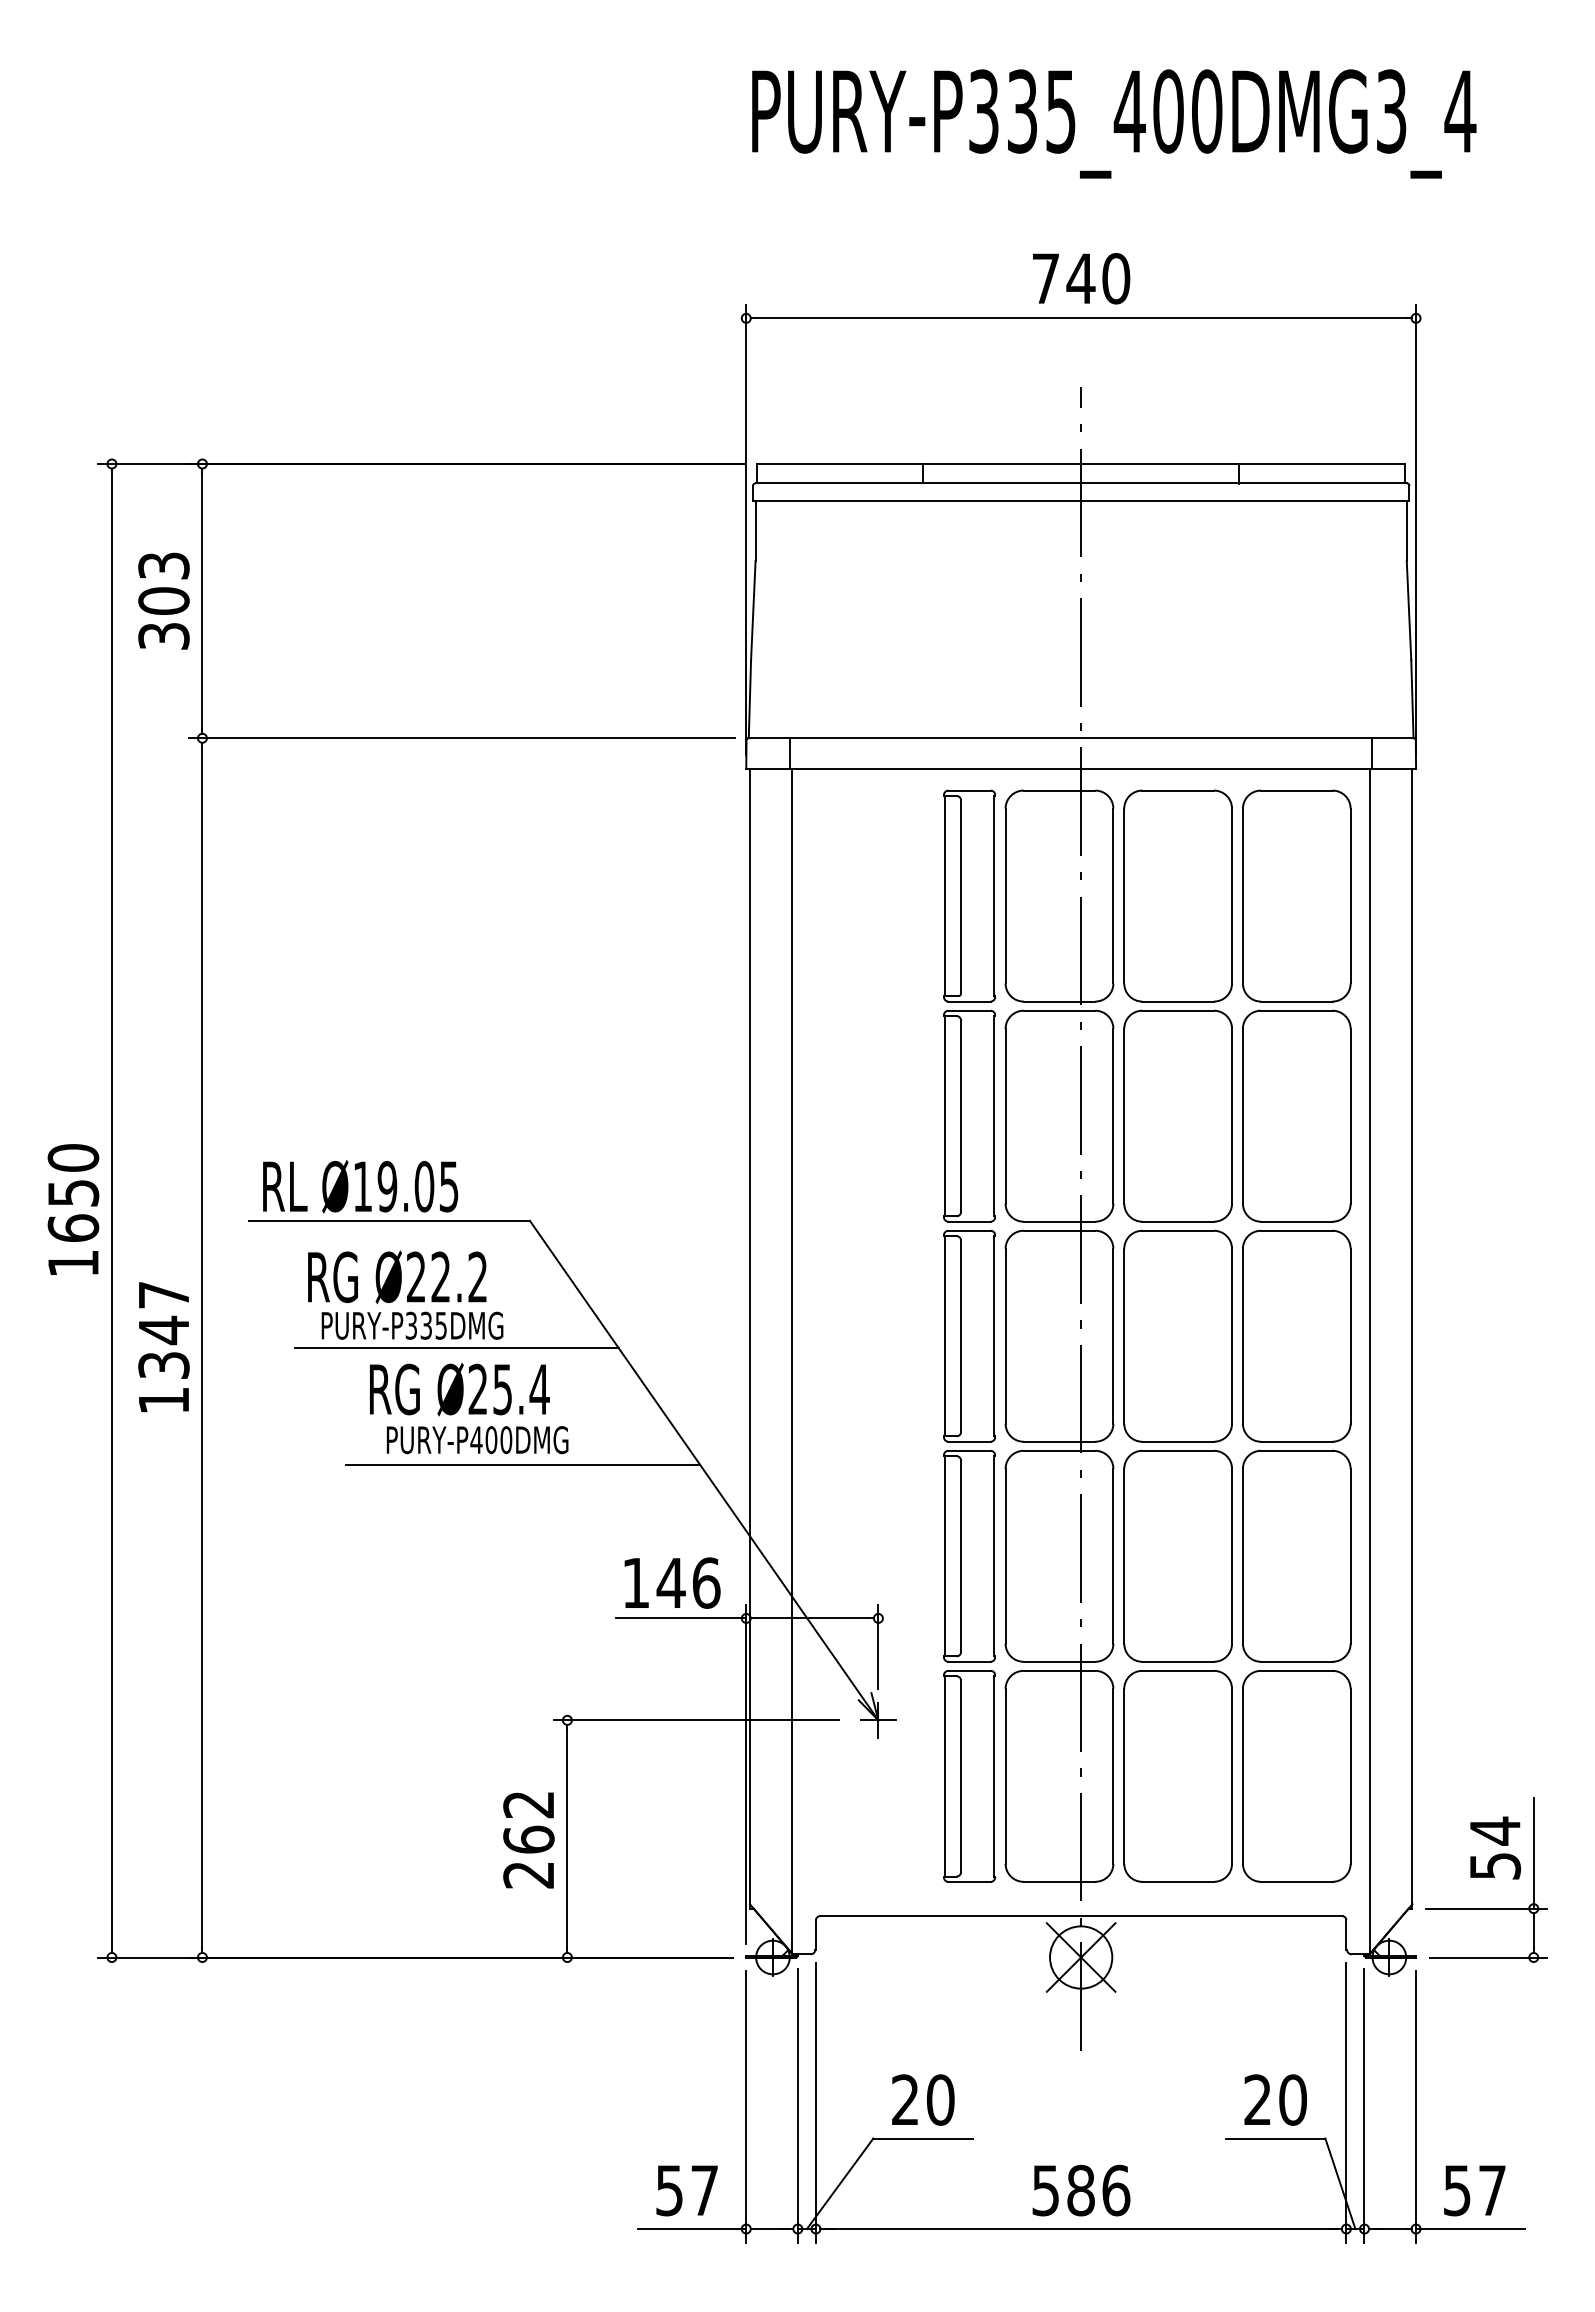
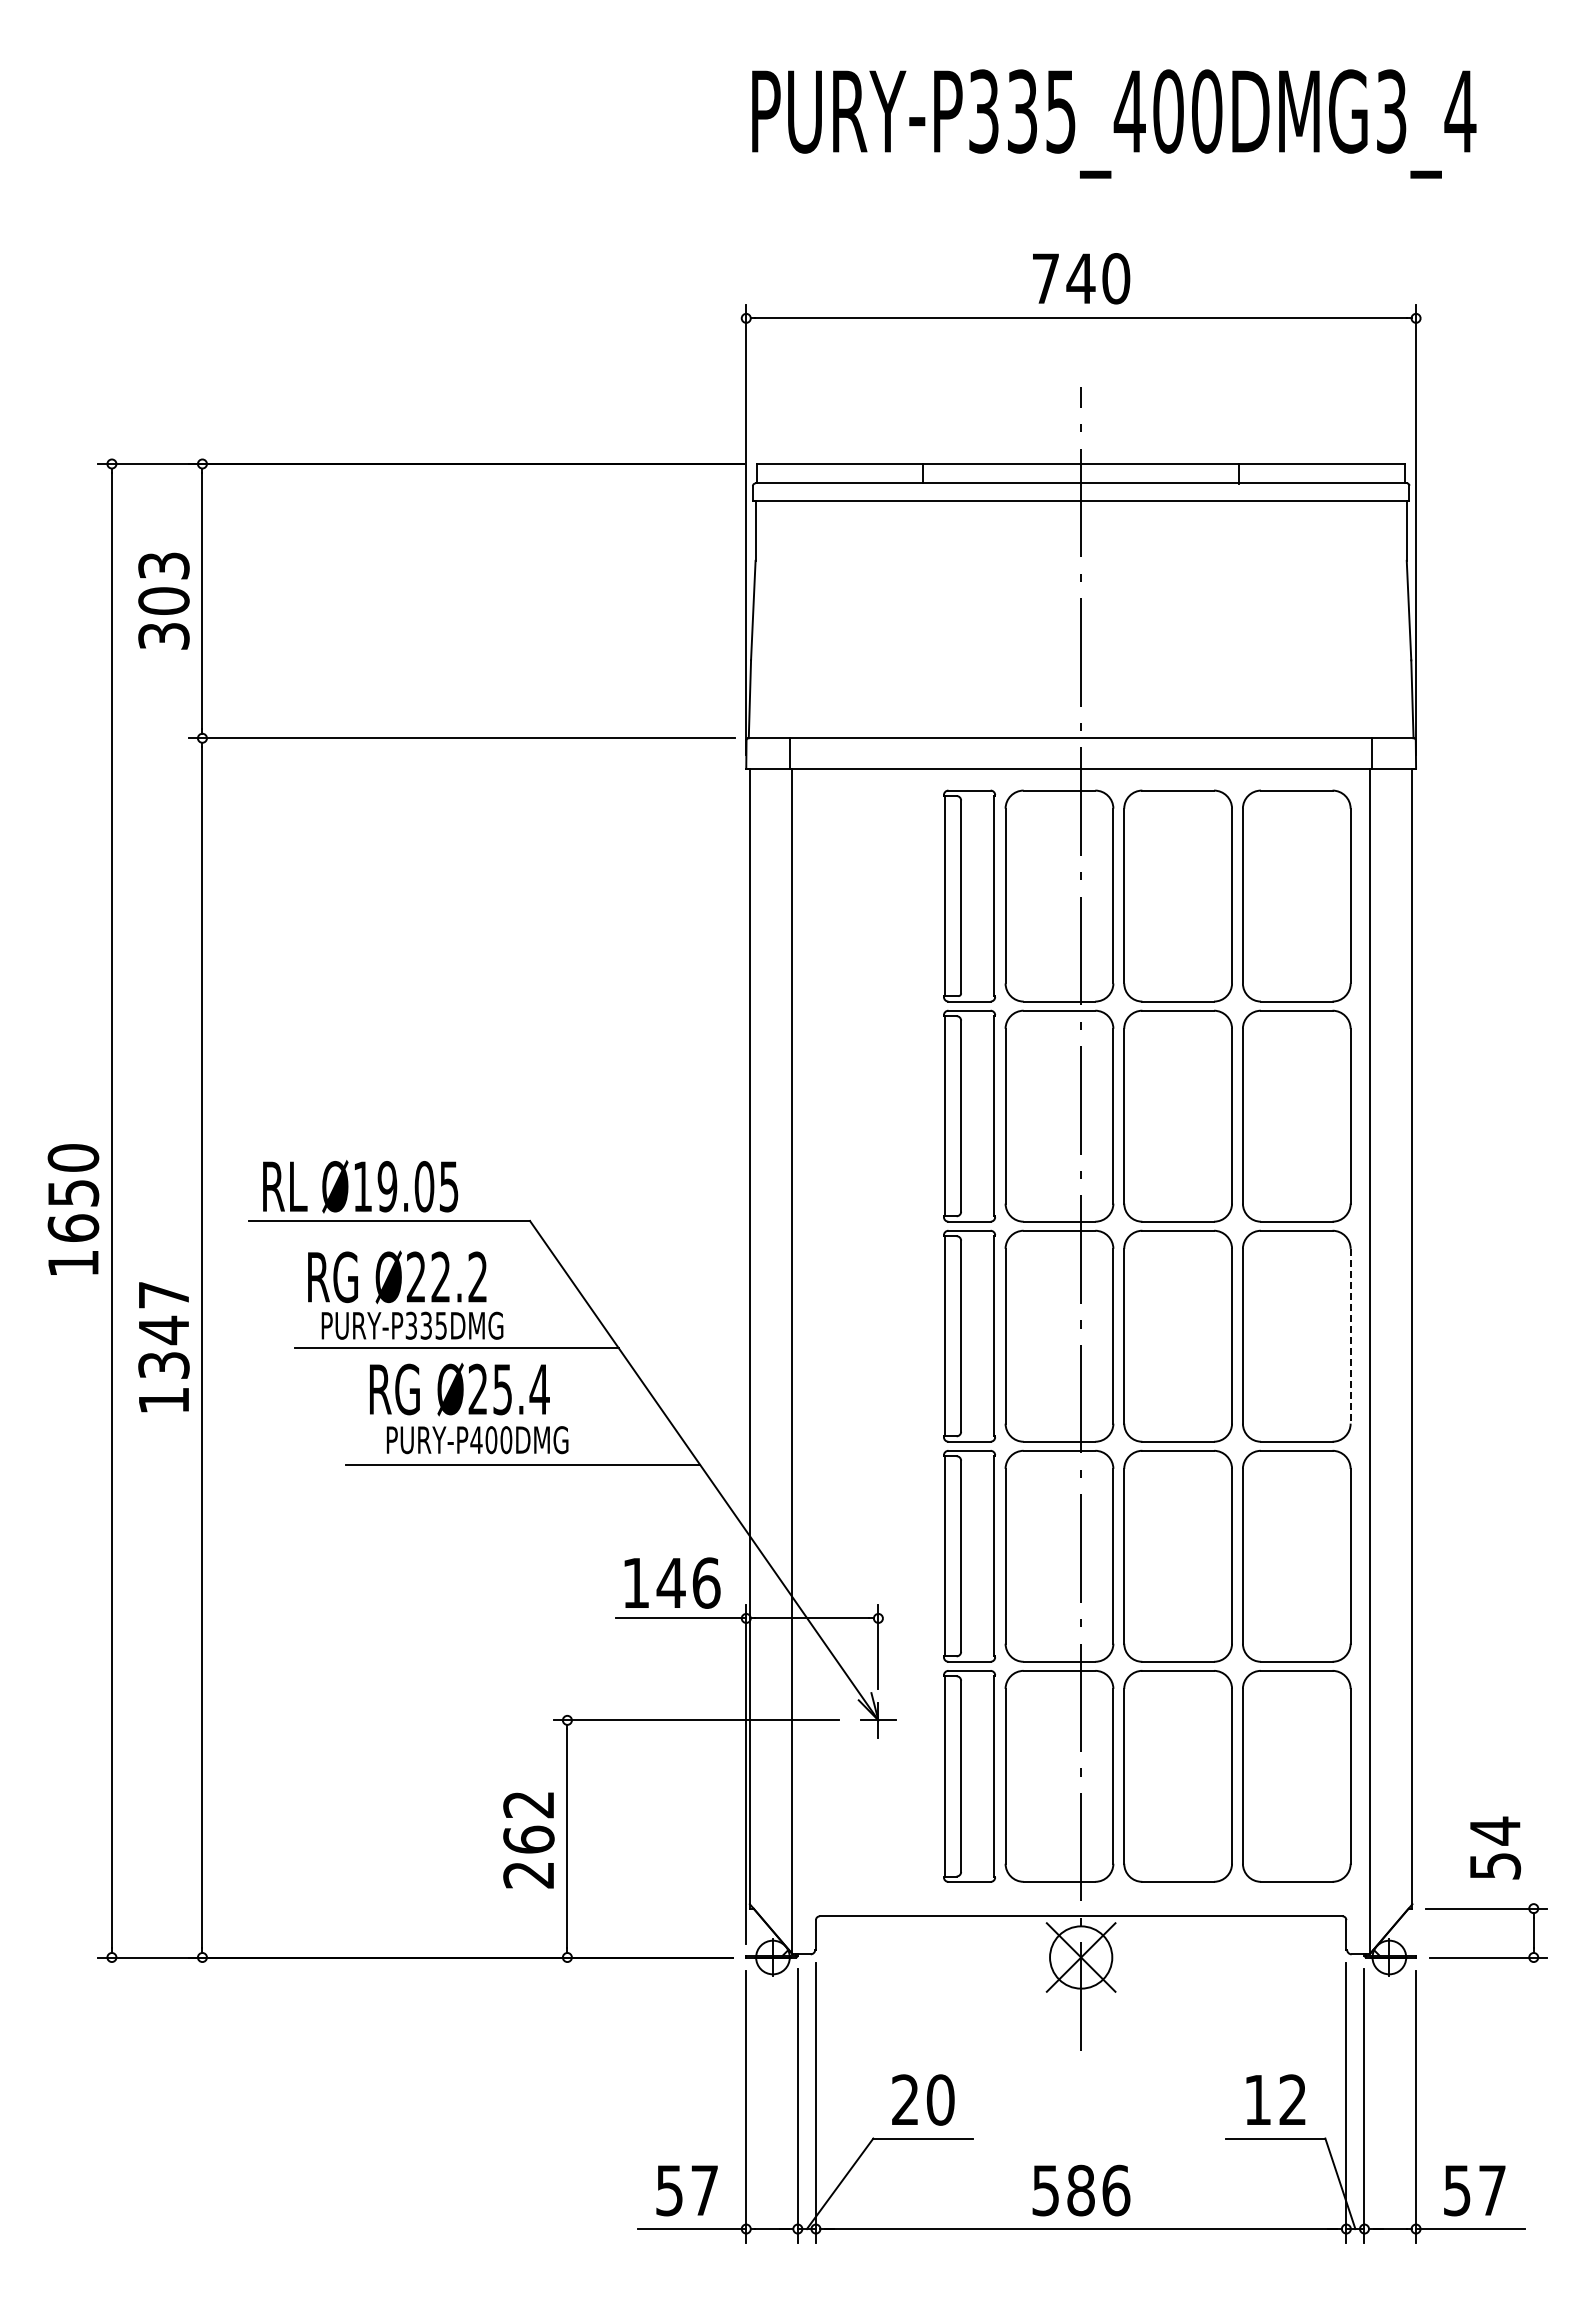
line at (1350, 1336): solid -> dashed
line at (1533, 1852): present -> none
text at (1275, 2099): 20 -> 12
